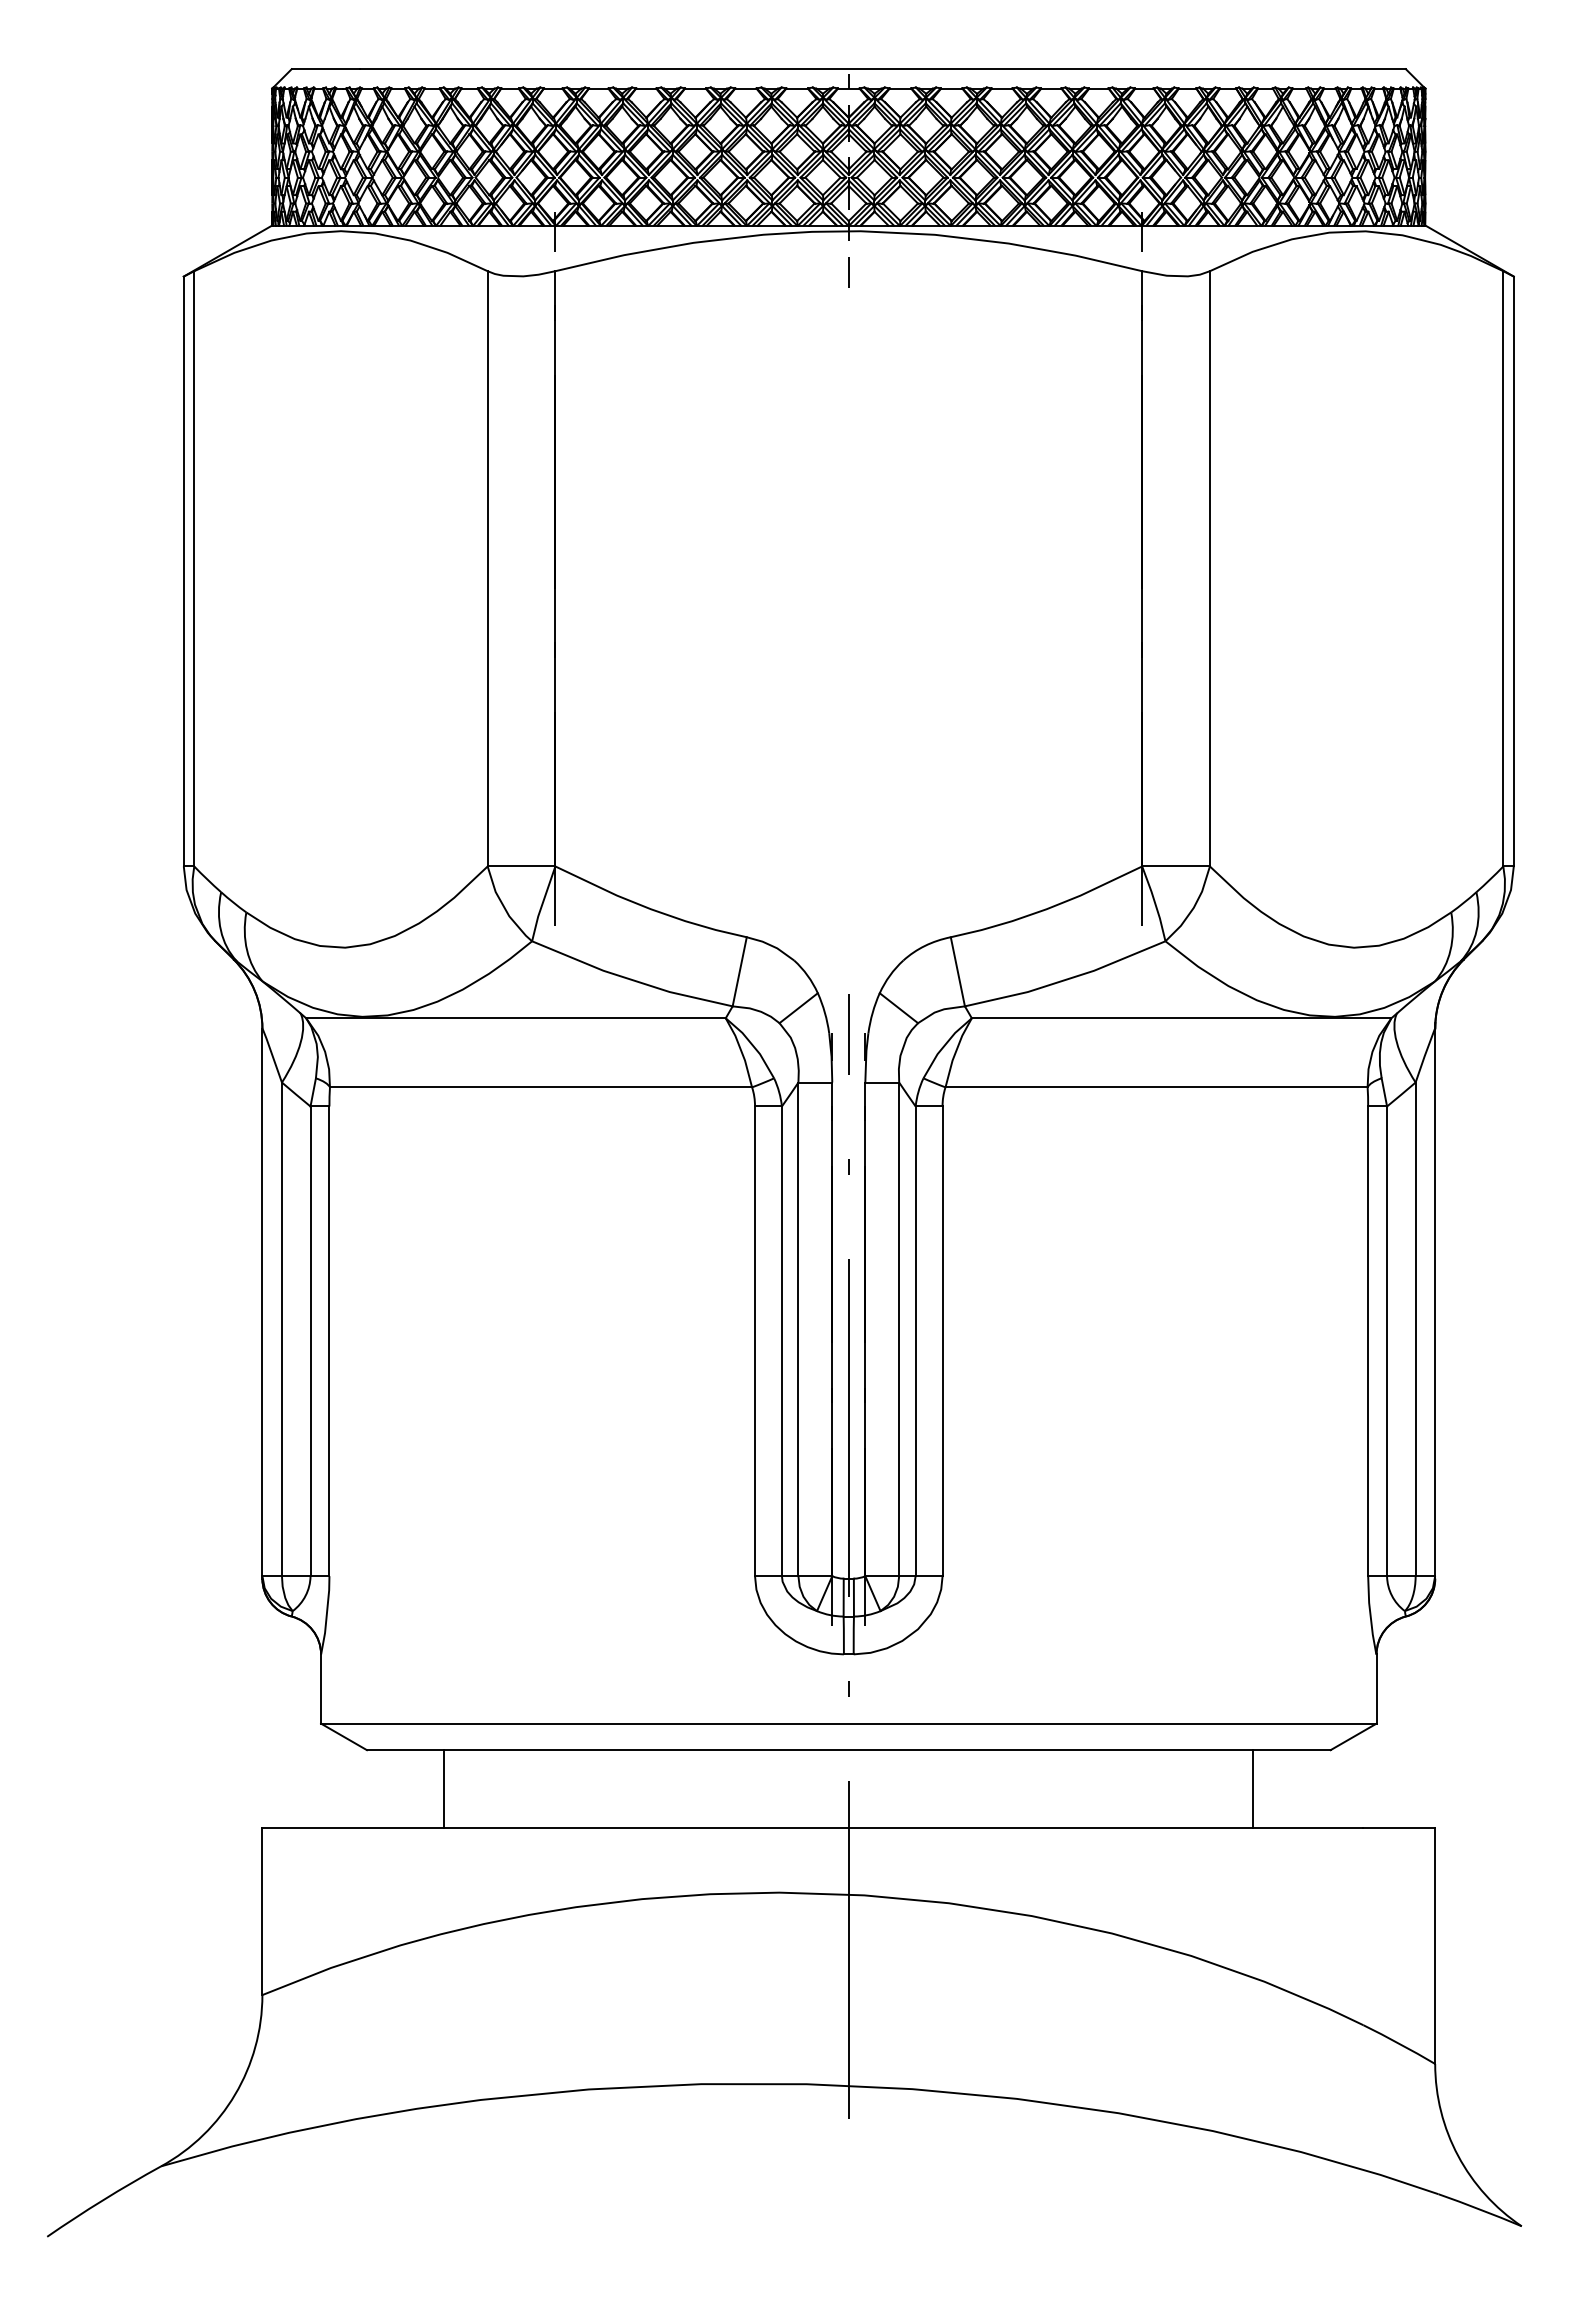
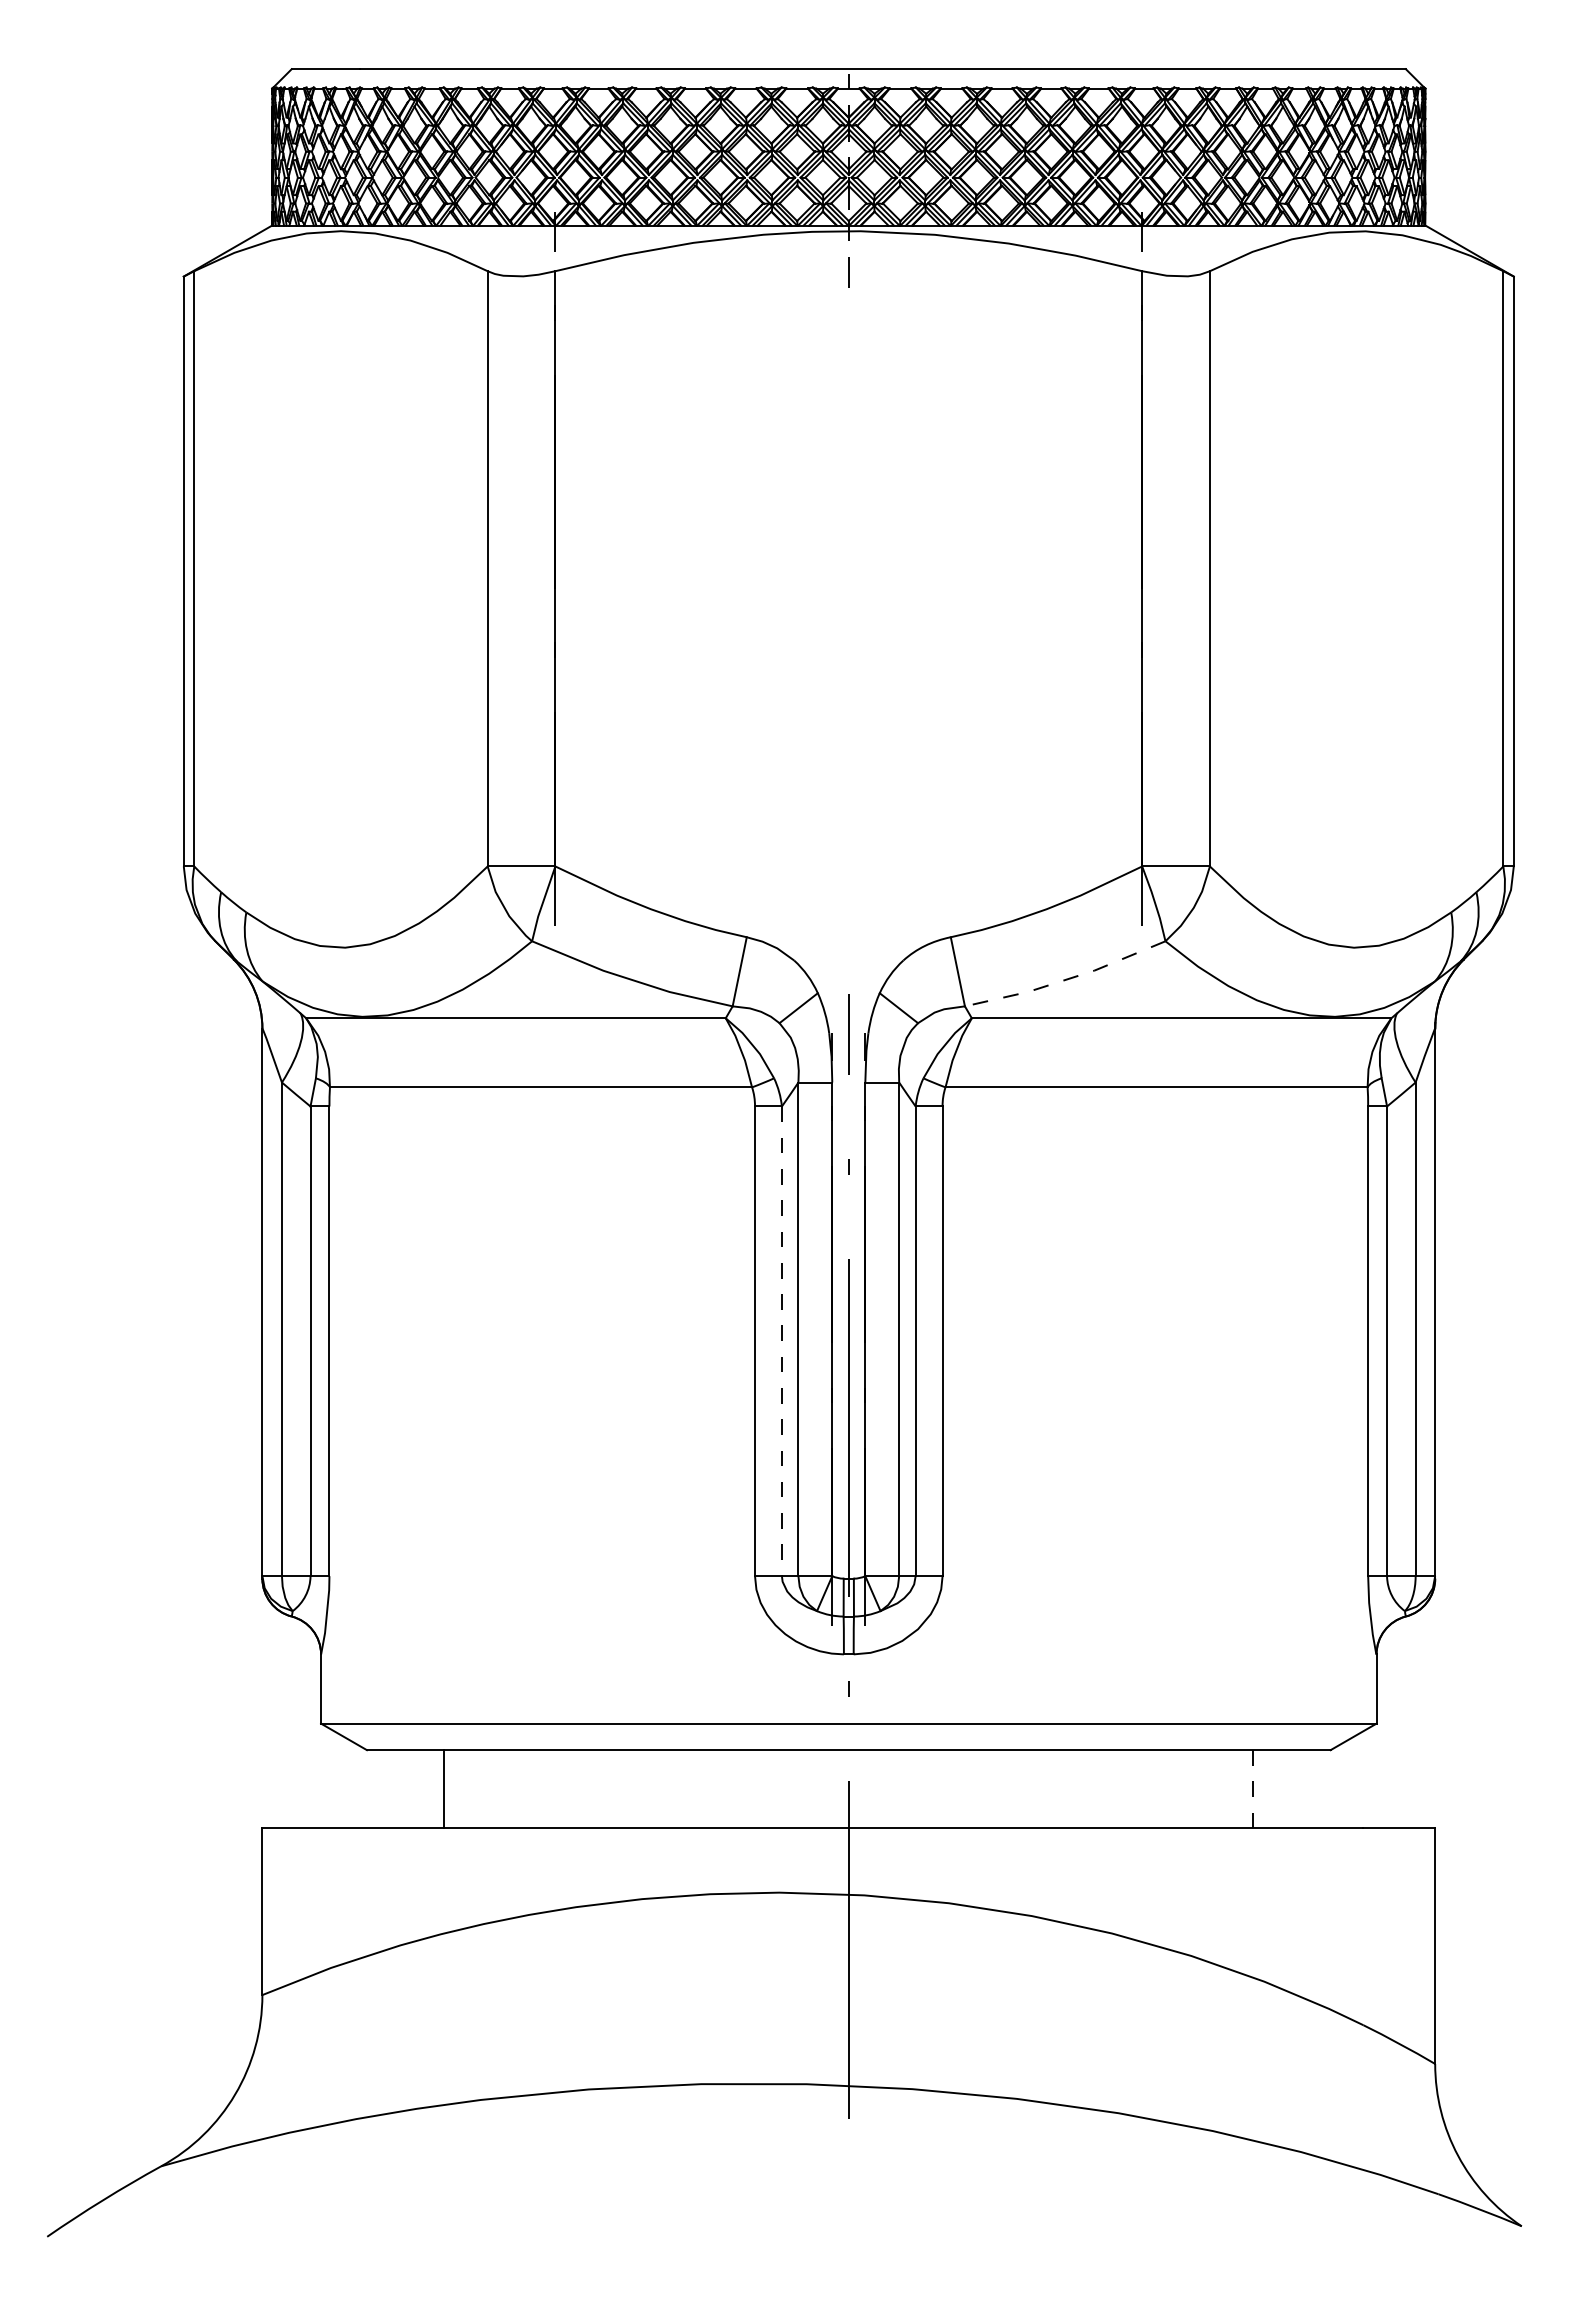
line at (1066, 979): solid -> dashed
line at (781, 1341): solid -> dashed
line at (1253, 1788): solid -> dashed
